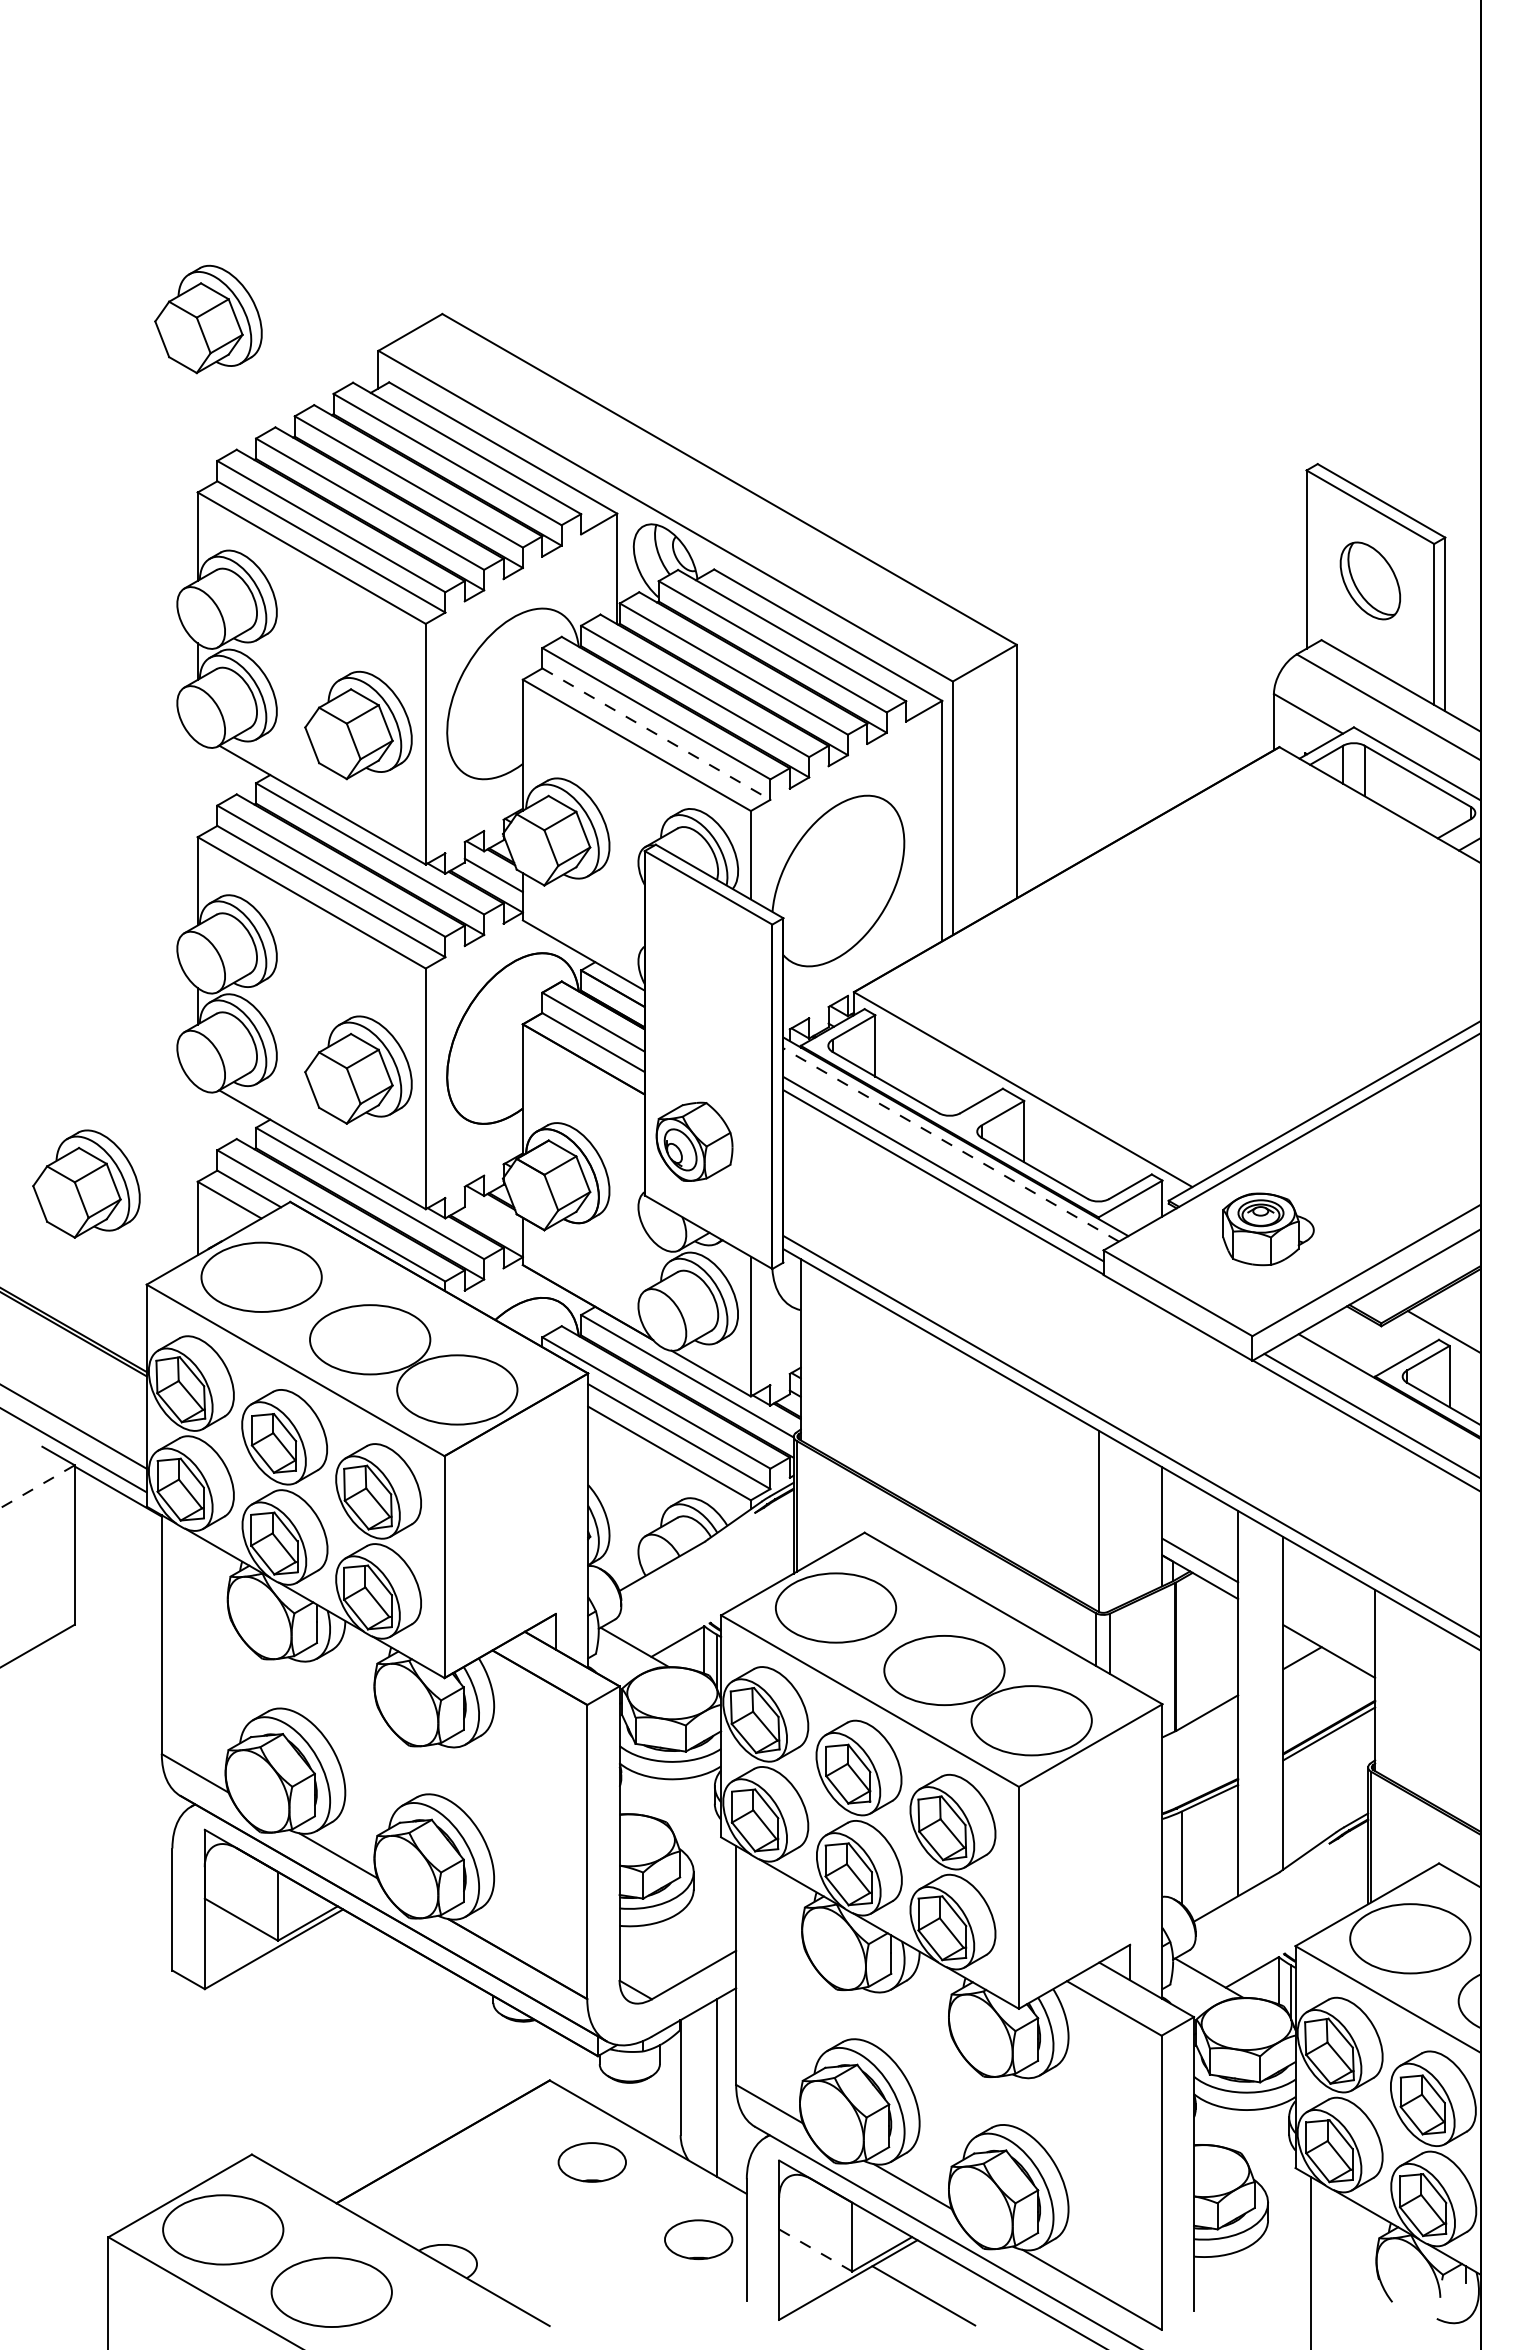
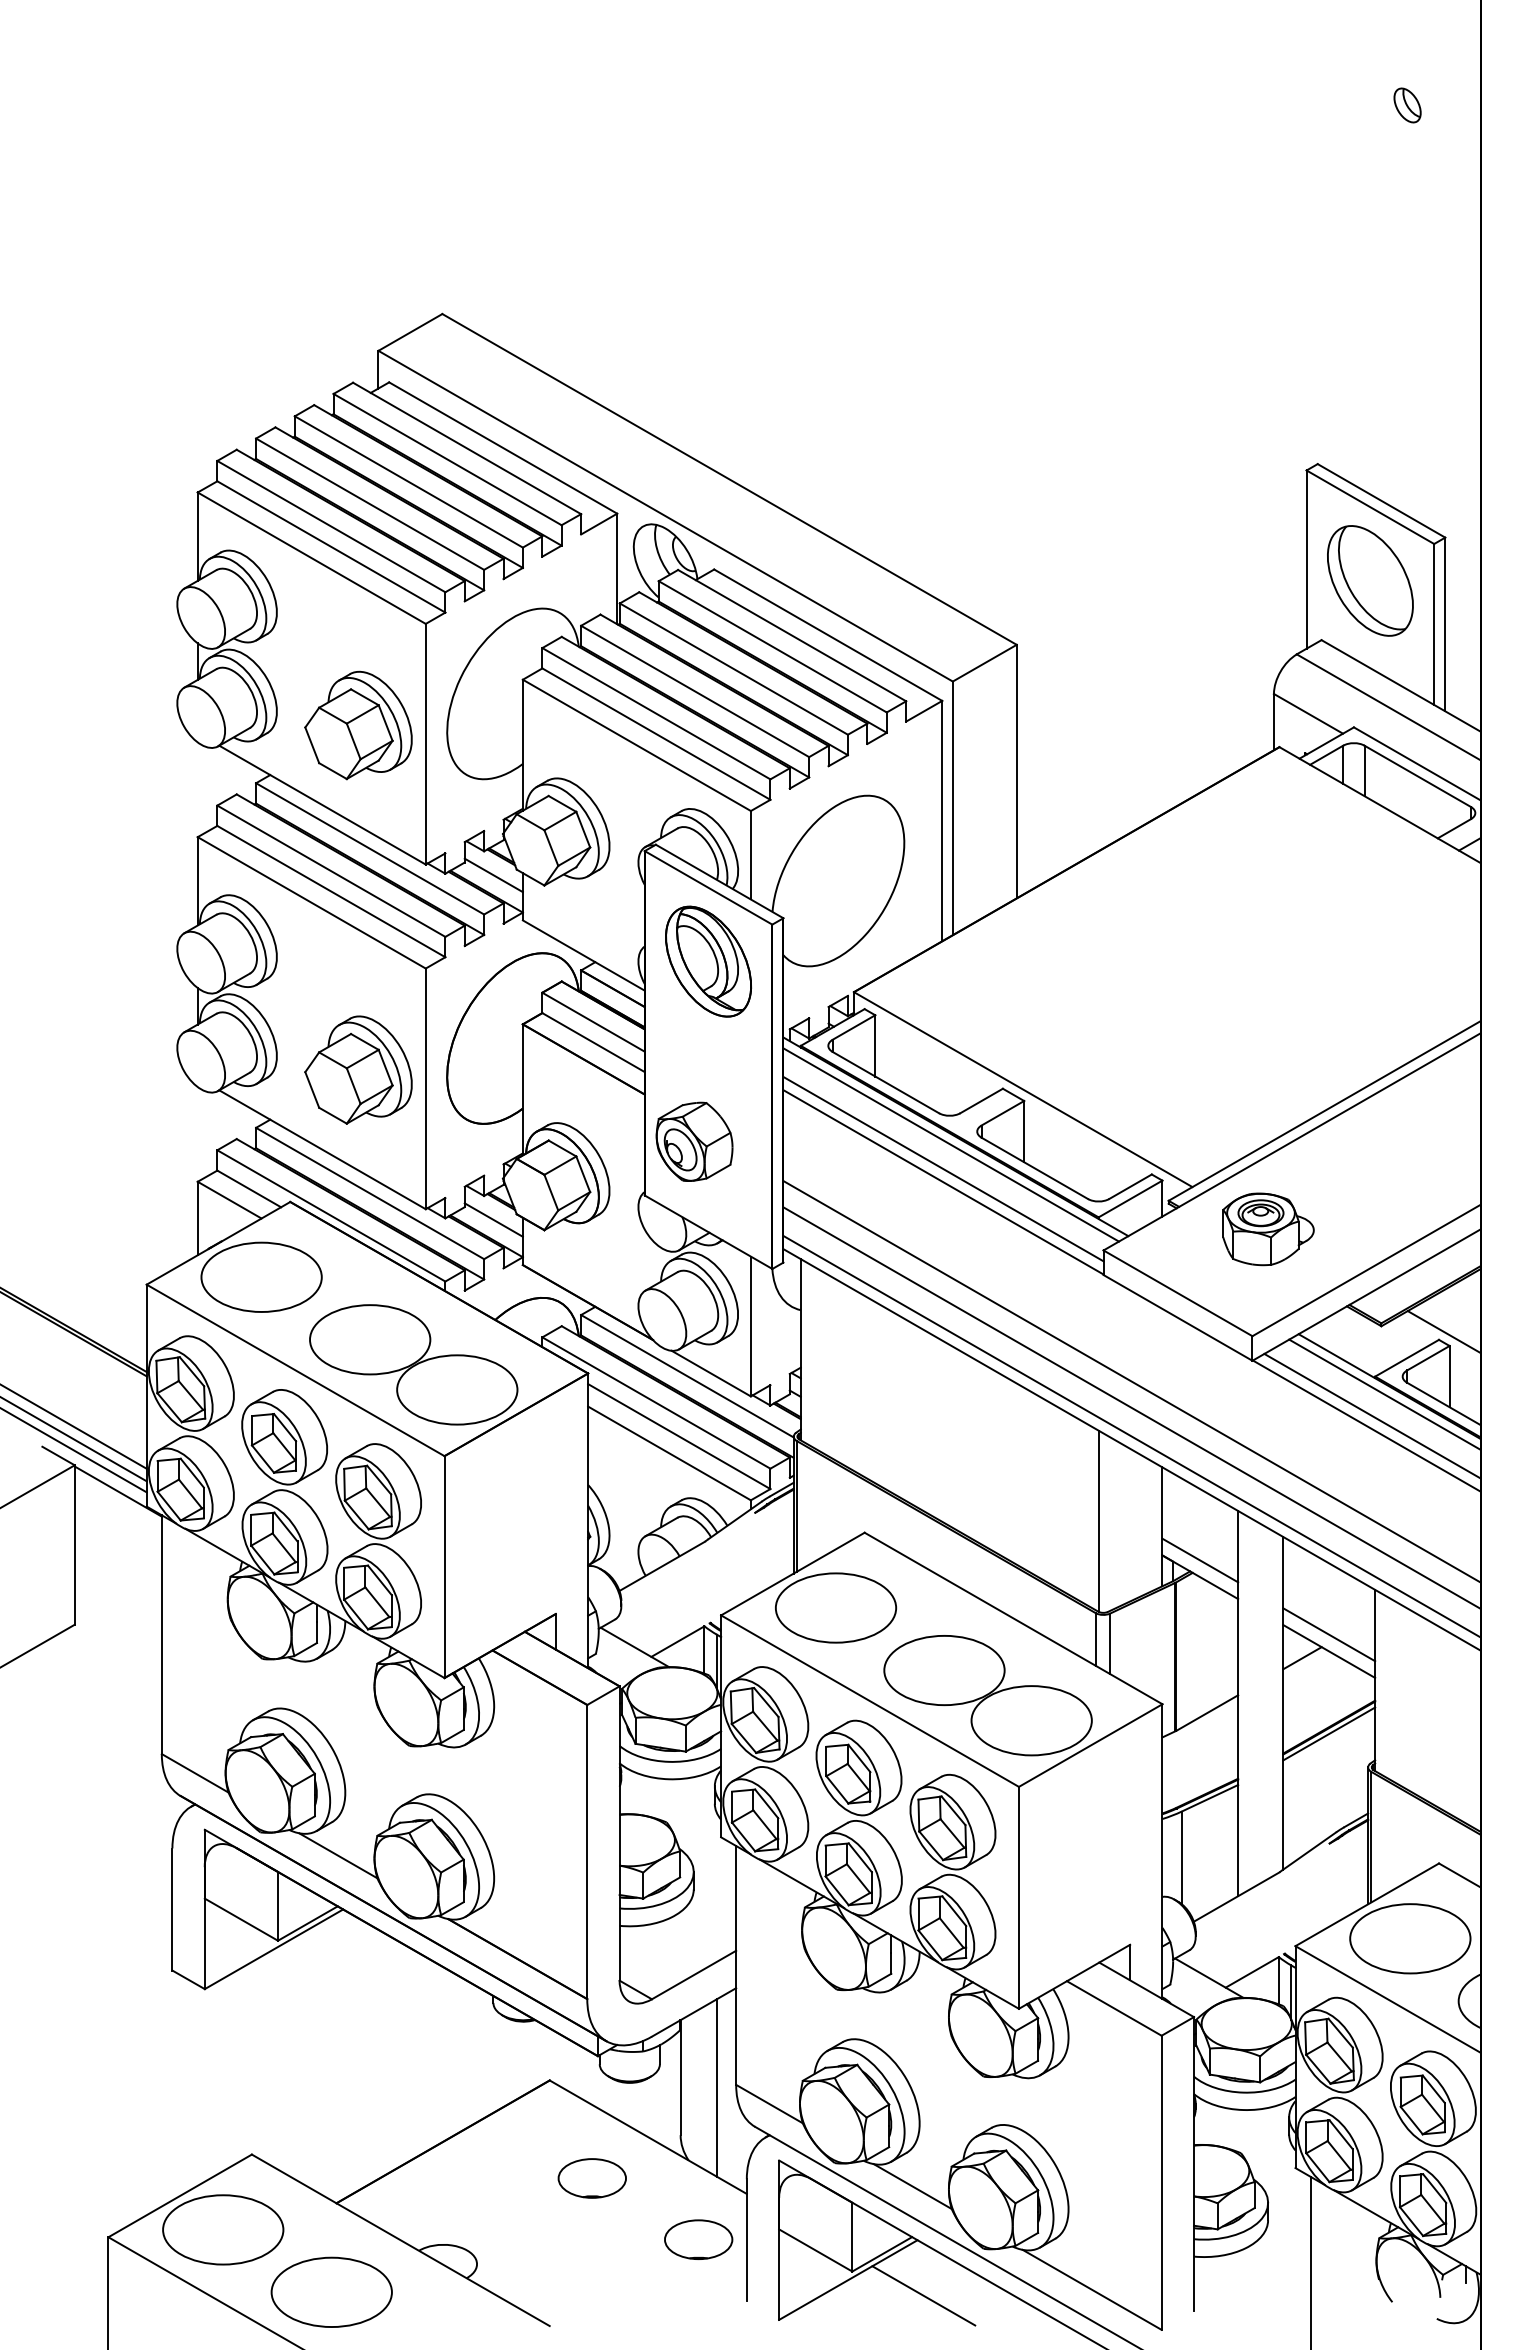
part at (1407, 105): none -> present
part at (208, 319): present -> none
part at (1369, 580) size: 62x80 px -> 87x112 px
line at (656, 734): dashed -> solid
part at (708, 961): none -> present
line at (951, 1144): dashed -> solid
part at (86, 1183): present -> none
line at (493, 1219): none -> present
line at (1131, 1381): none -> present
line at (1384, 1394): none -> present
line at (1131, 1407): none -> present
line at (74, 1439): none -> present
line at (37, 1486): dashed -> solid
line at (1329, 1634): none -> present
part at (591, 2162) position: (591, 2162) -> (591, 2178)
line at (815, 2250): dashed -> solid
